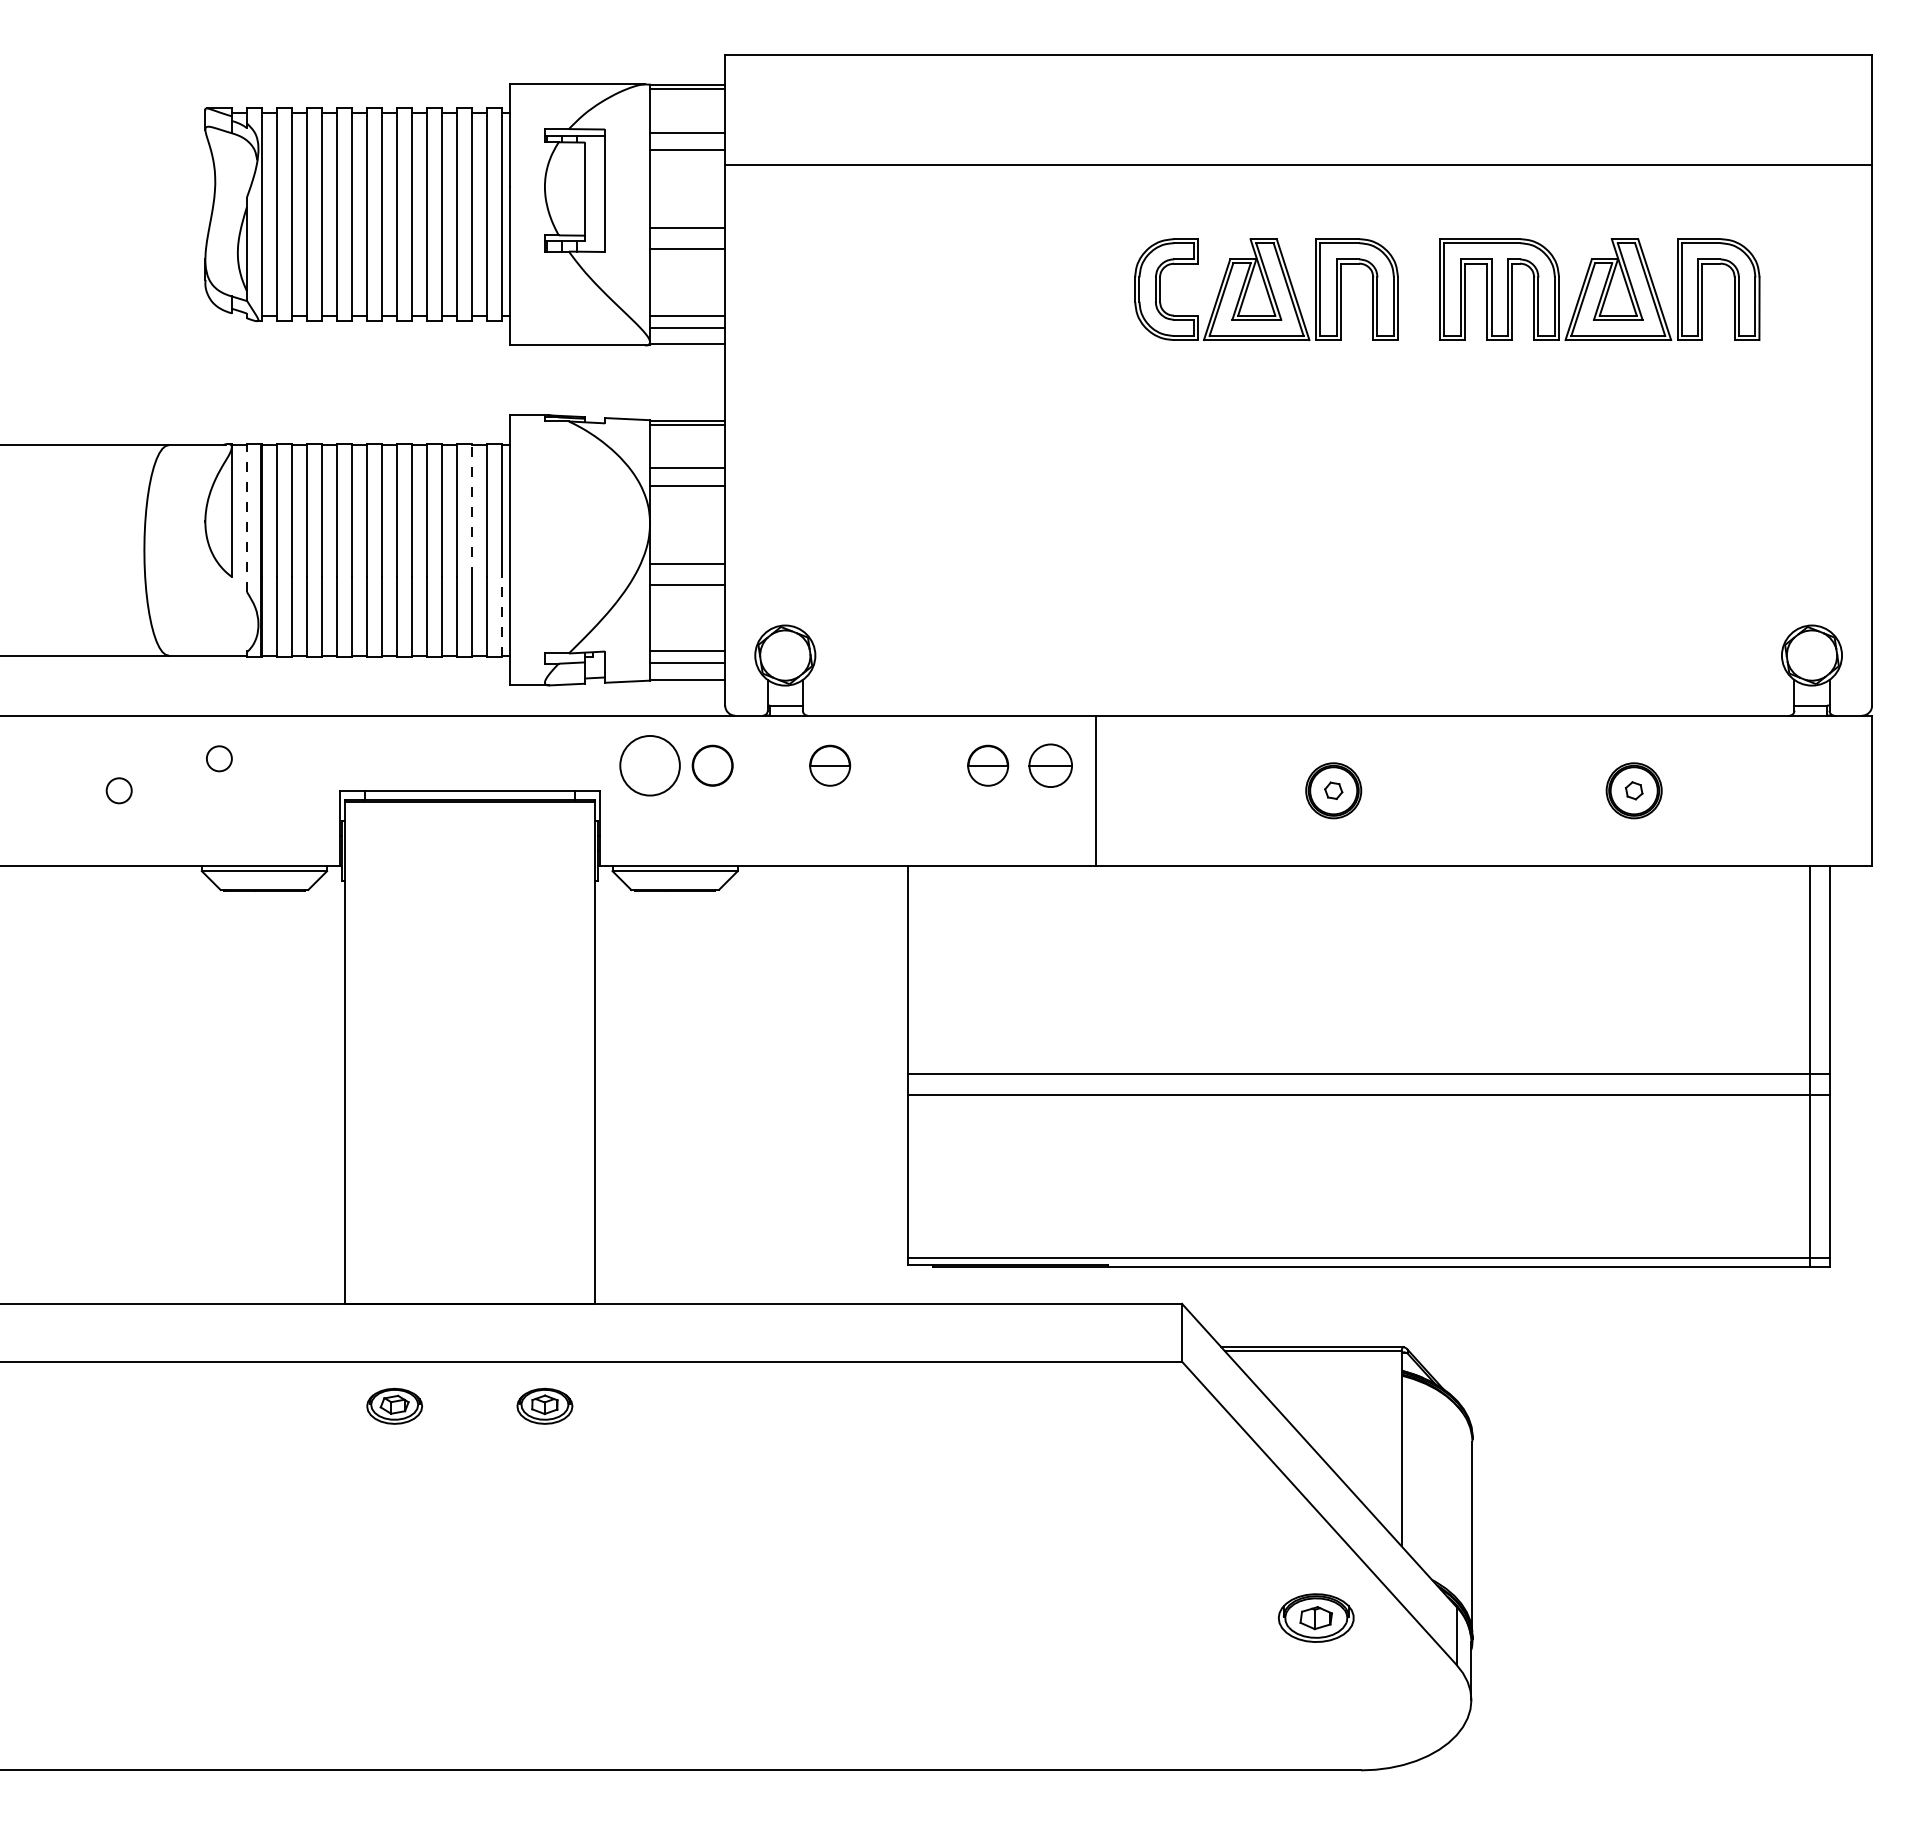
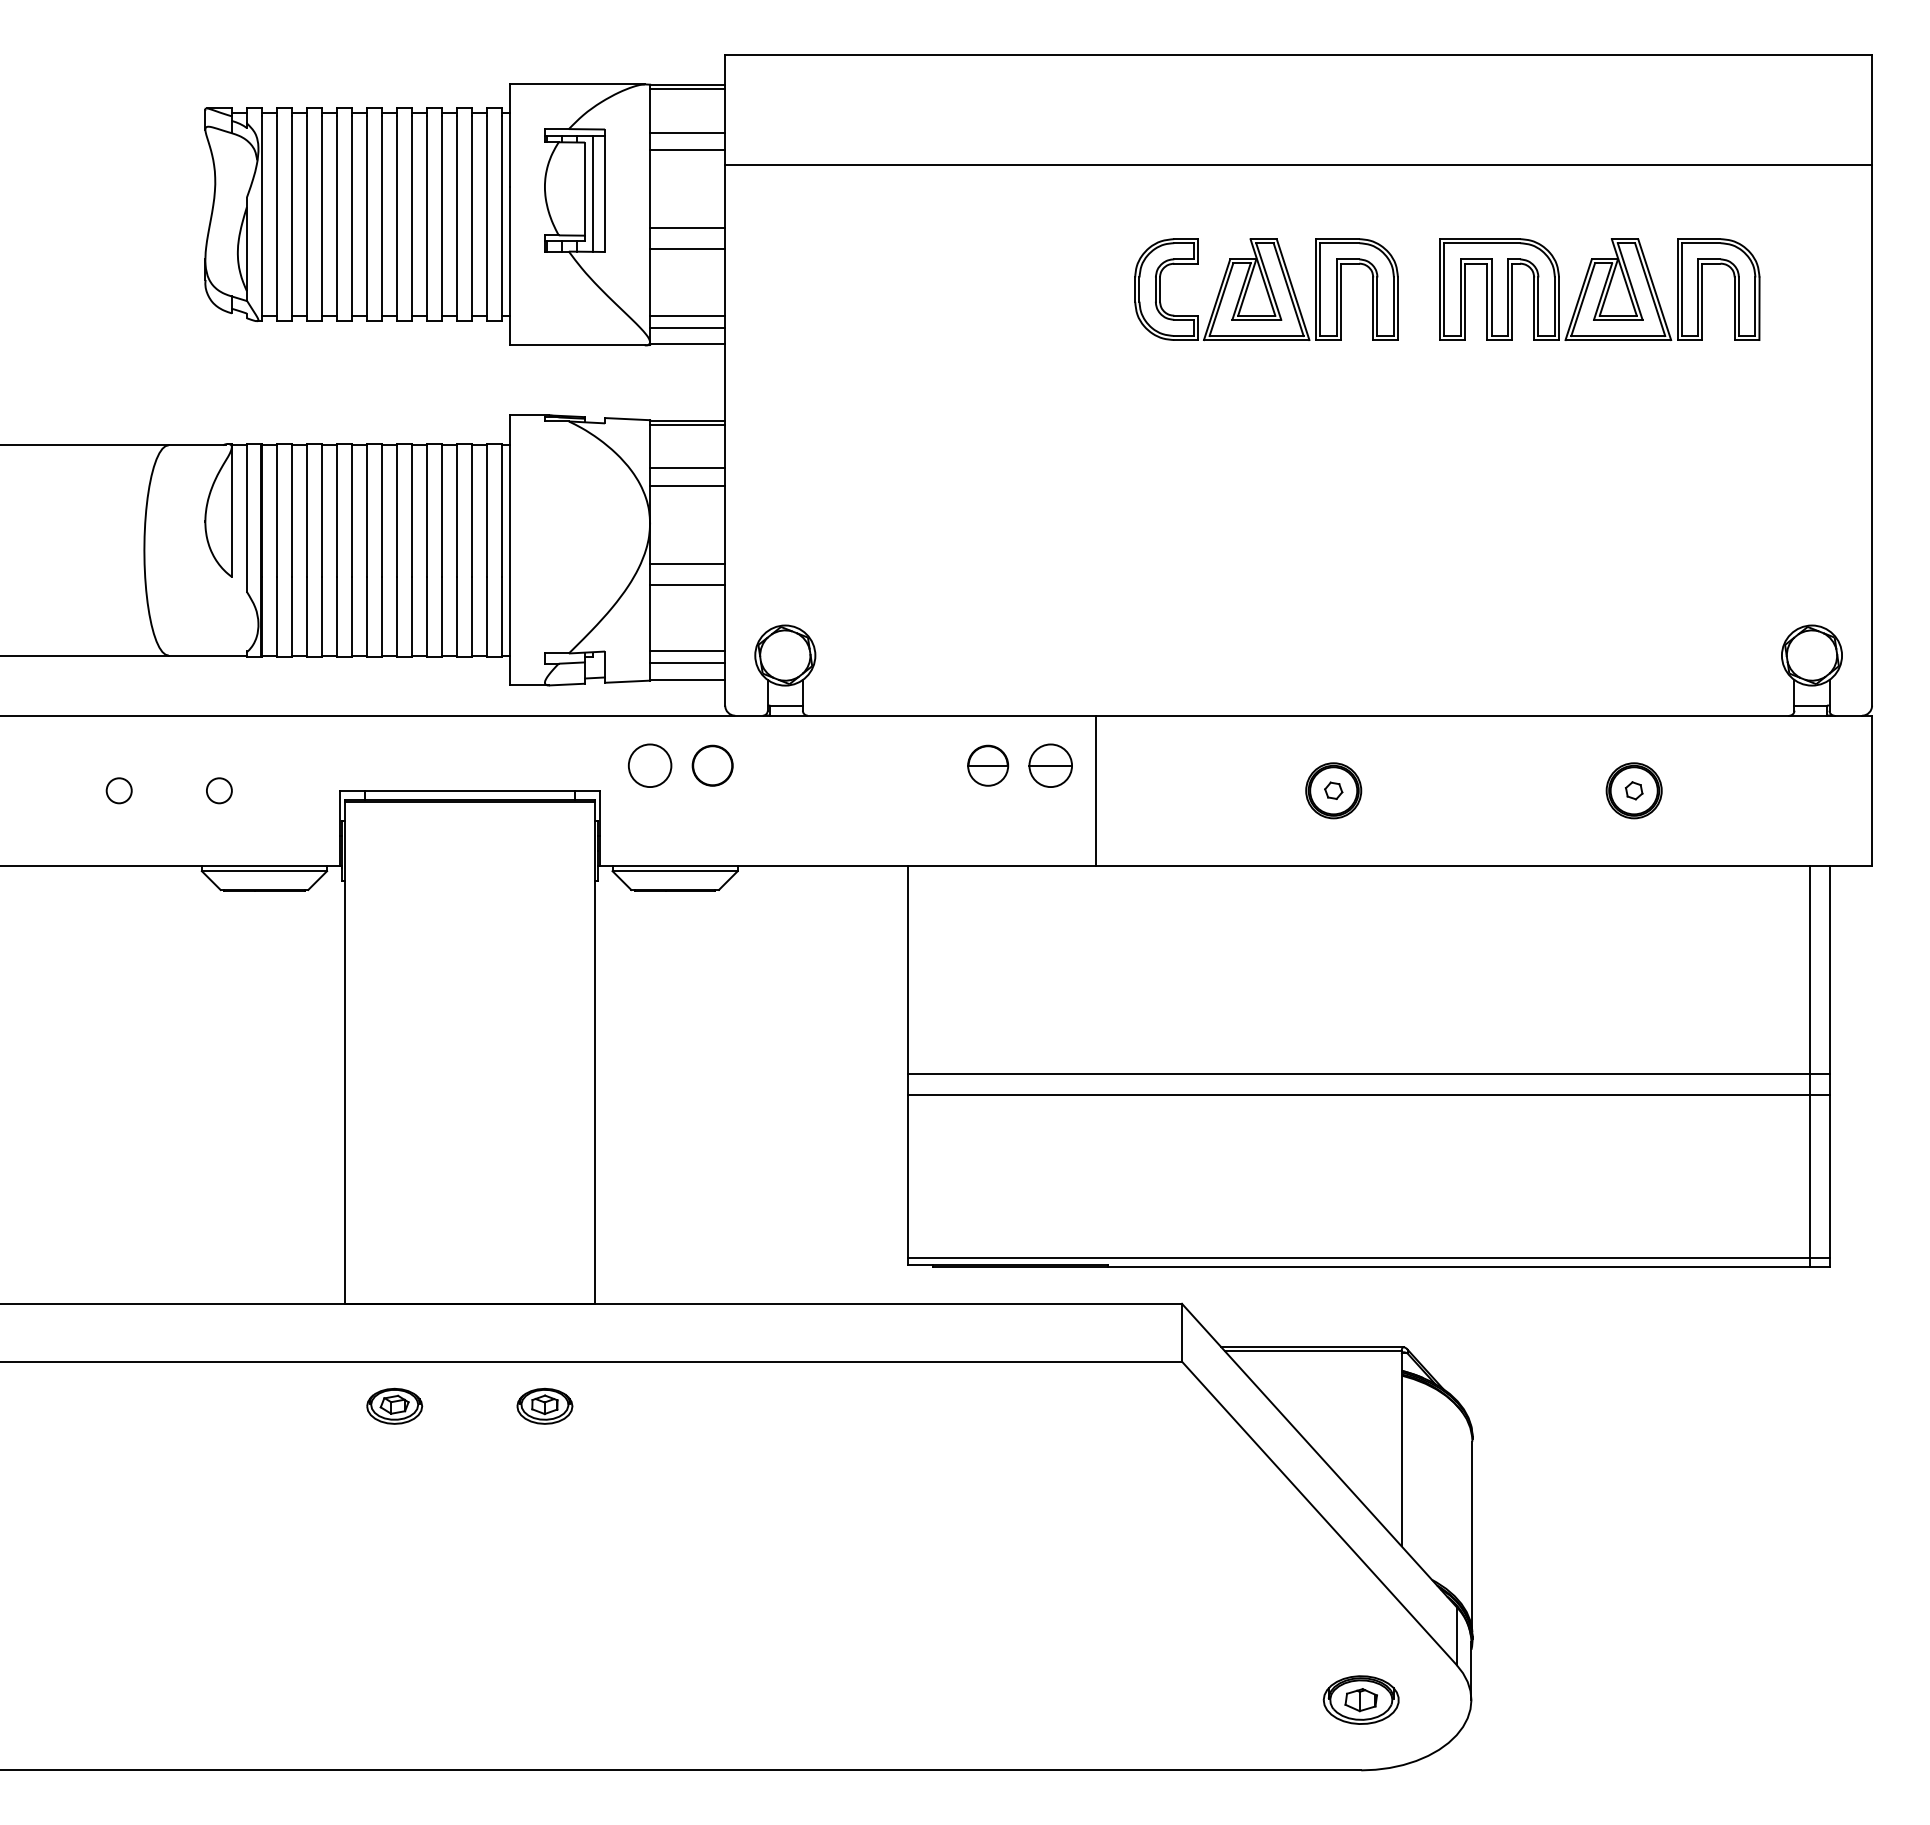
line at (592, 193): none -> present
line at (472, 509): dashed -> solid
line at (246, 517): dashed -> solid
line at (502, 616): dashed -> solid
circle at (219, 758) position: (219, 758) -> (219, 790)
circle at (649, 765) diameter: 60 px -> 43 px
part at (830, 765): present -> none
part at (1315, 1617) position: (1315, 1617) -> (1360, 1699)
